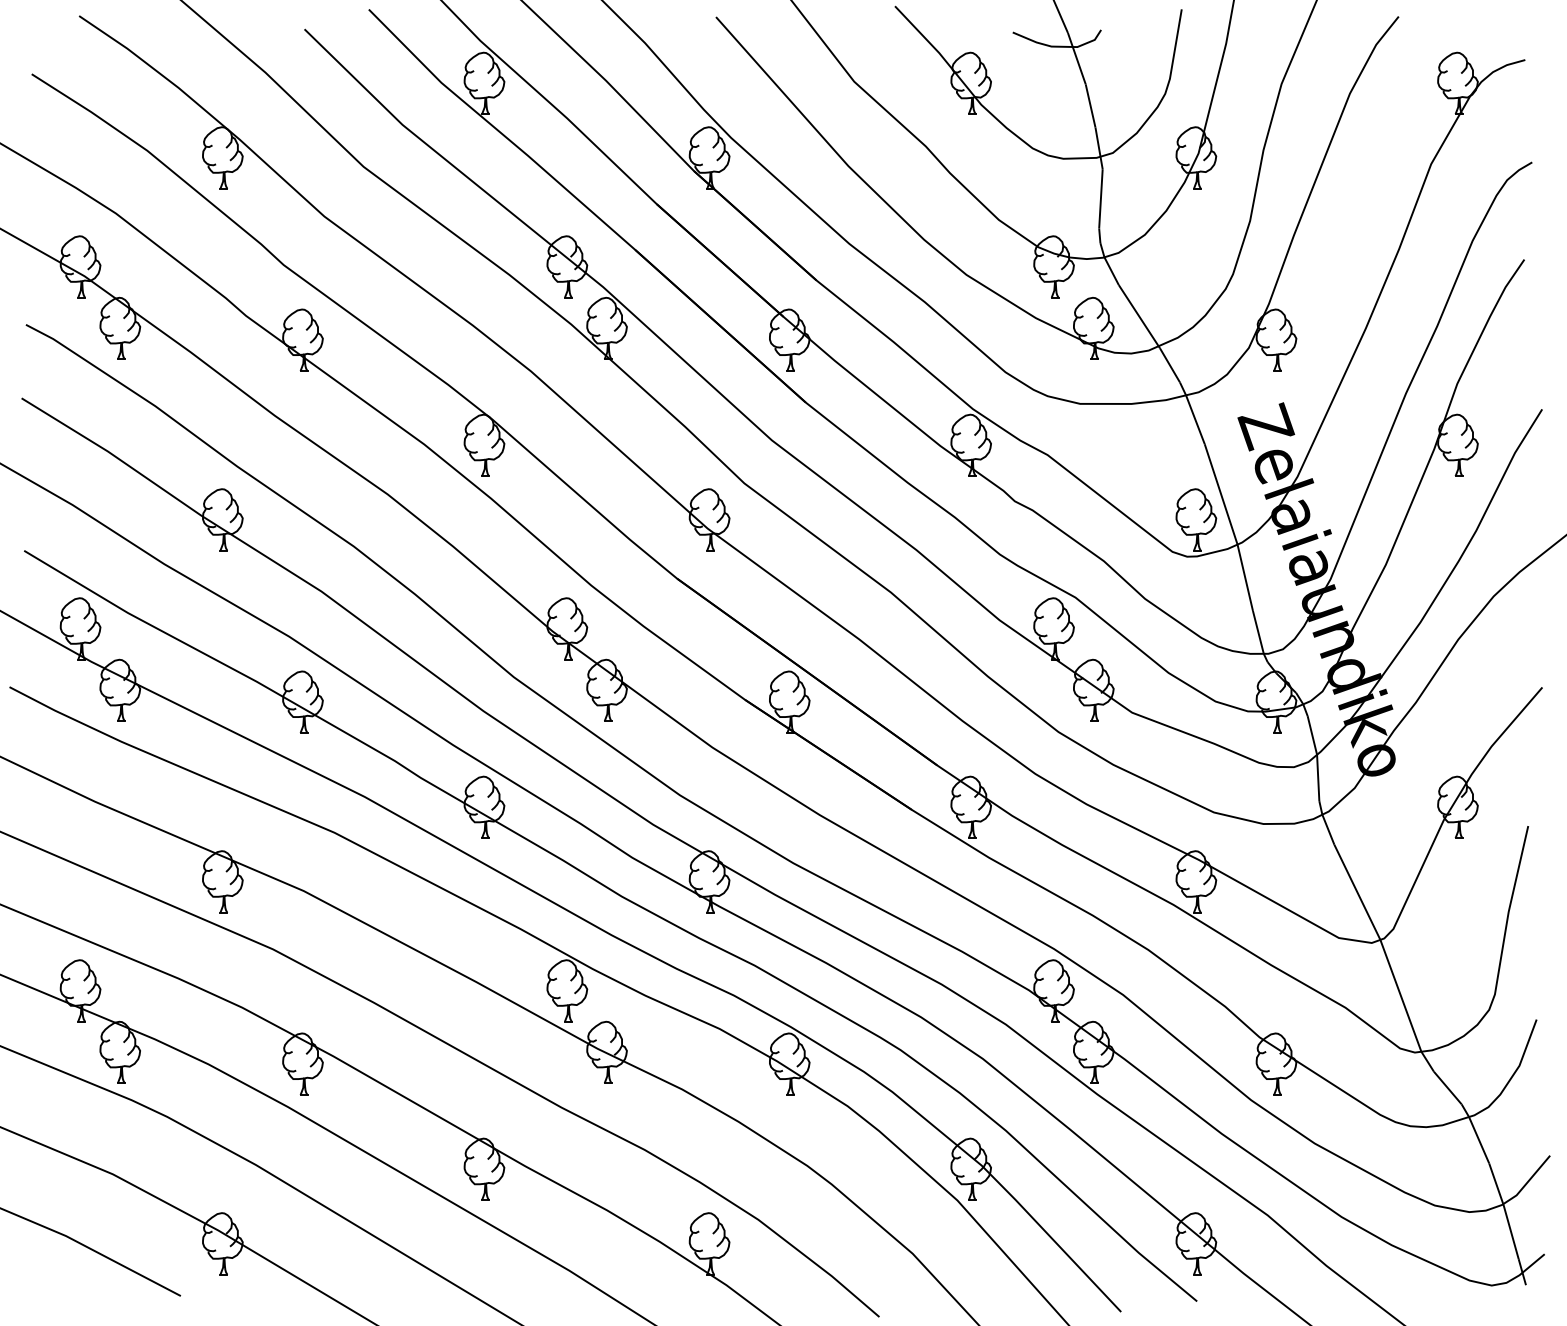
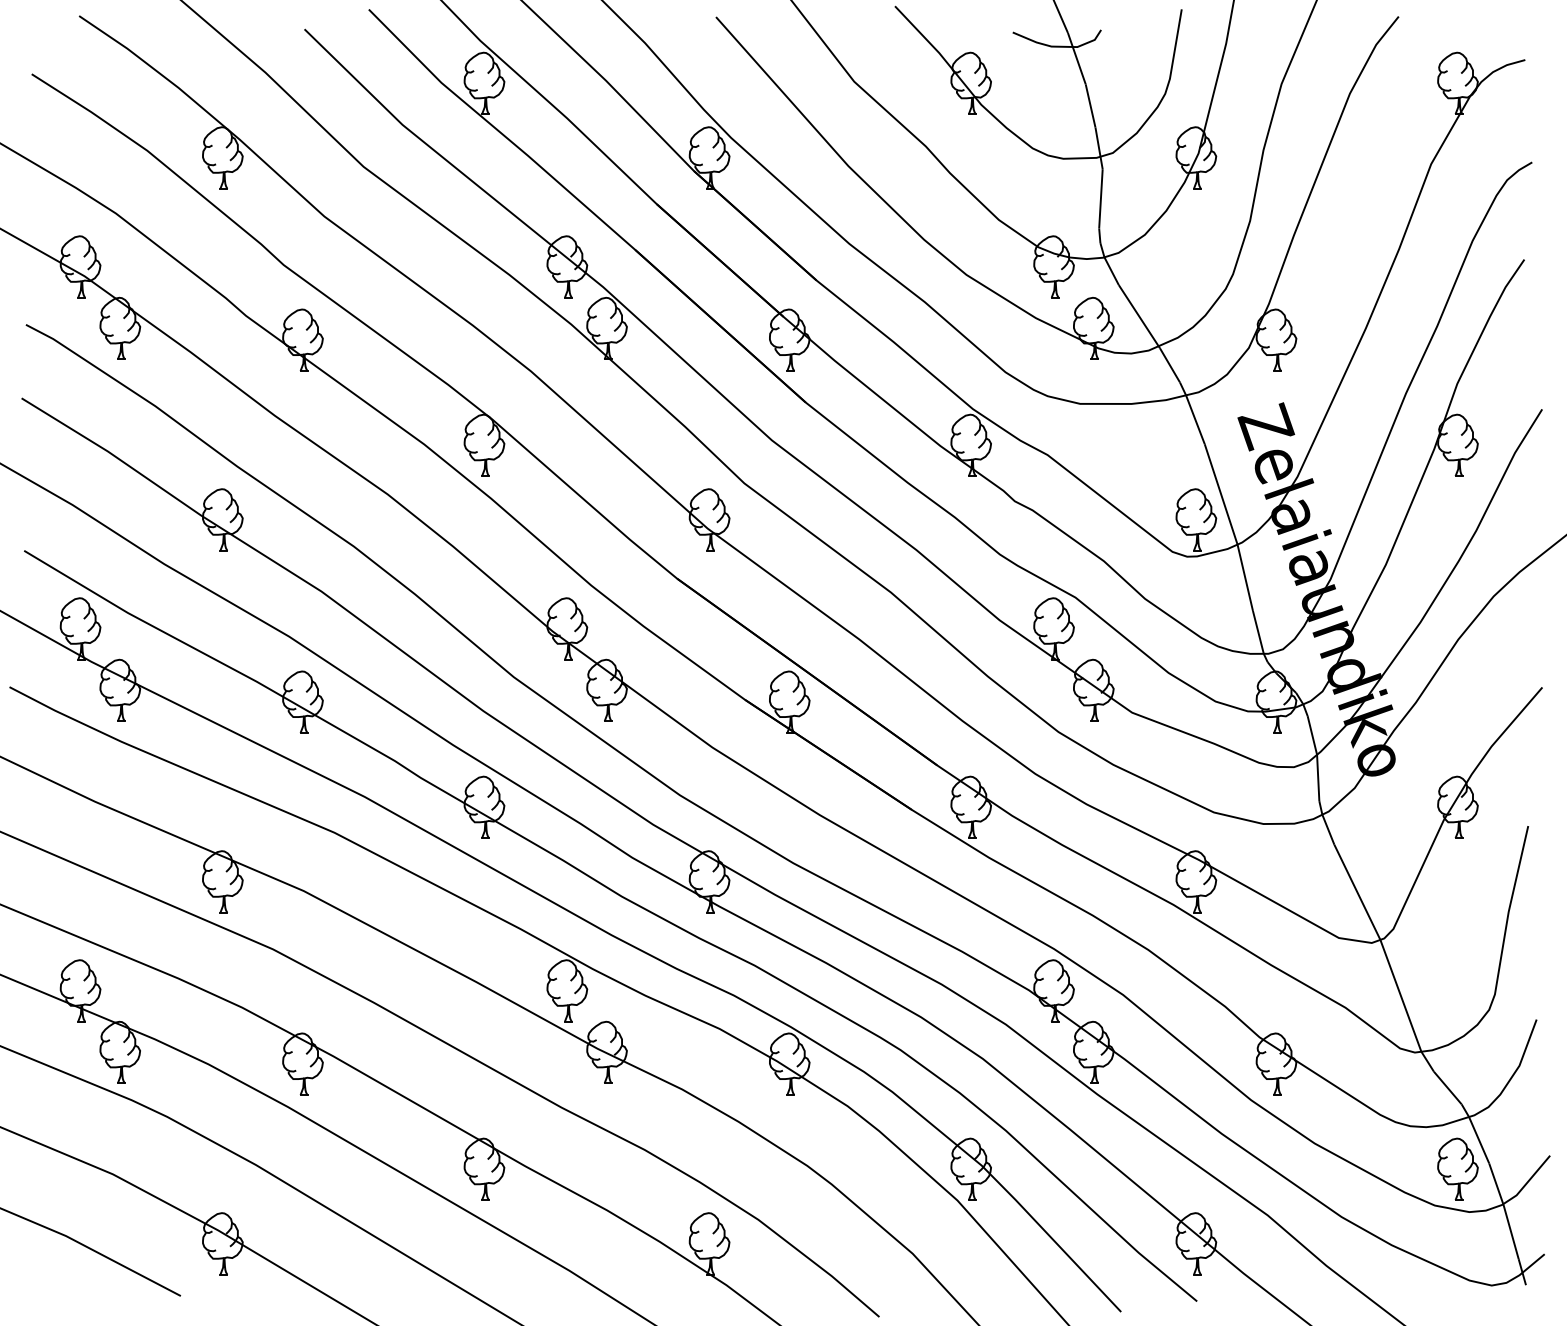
part at (1457, 1168): none -> present
